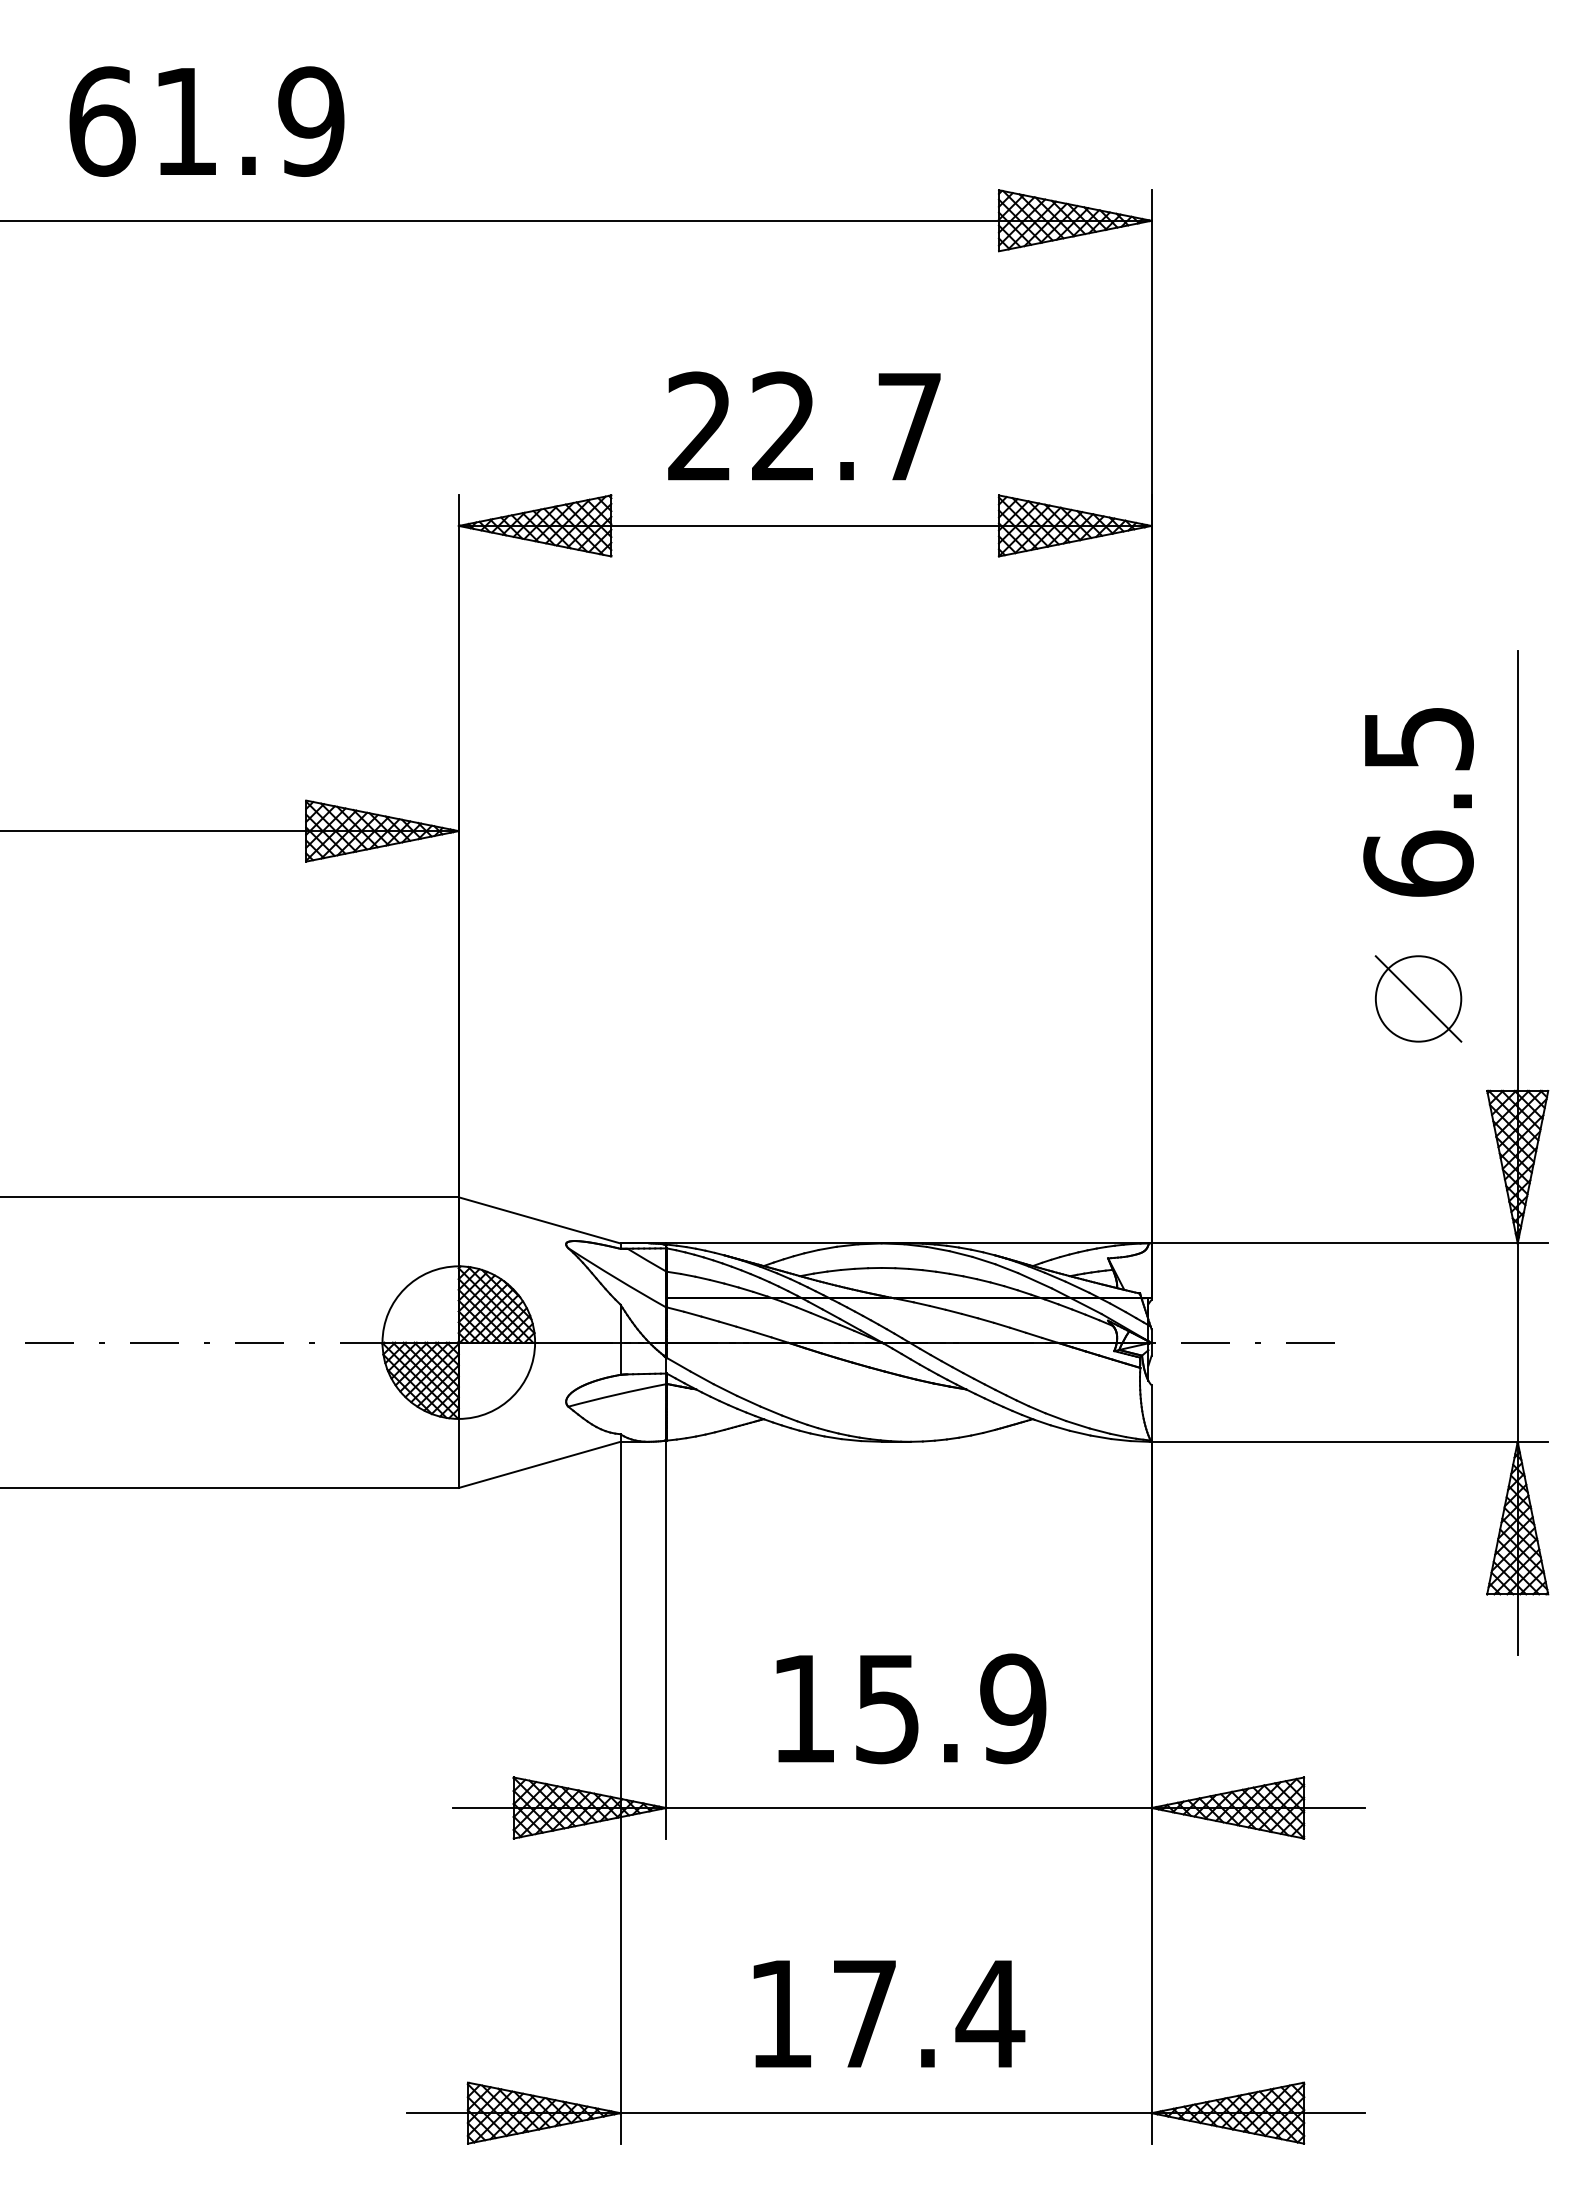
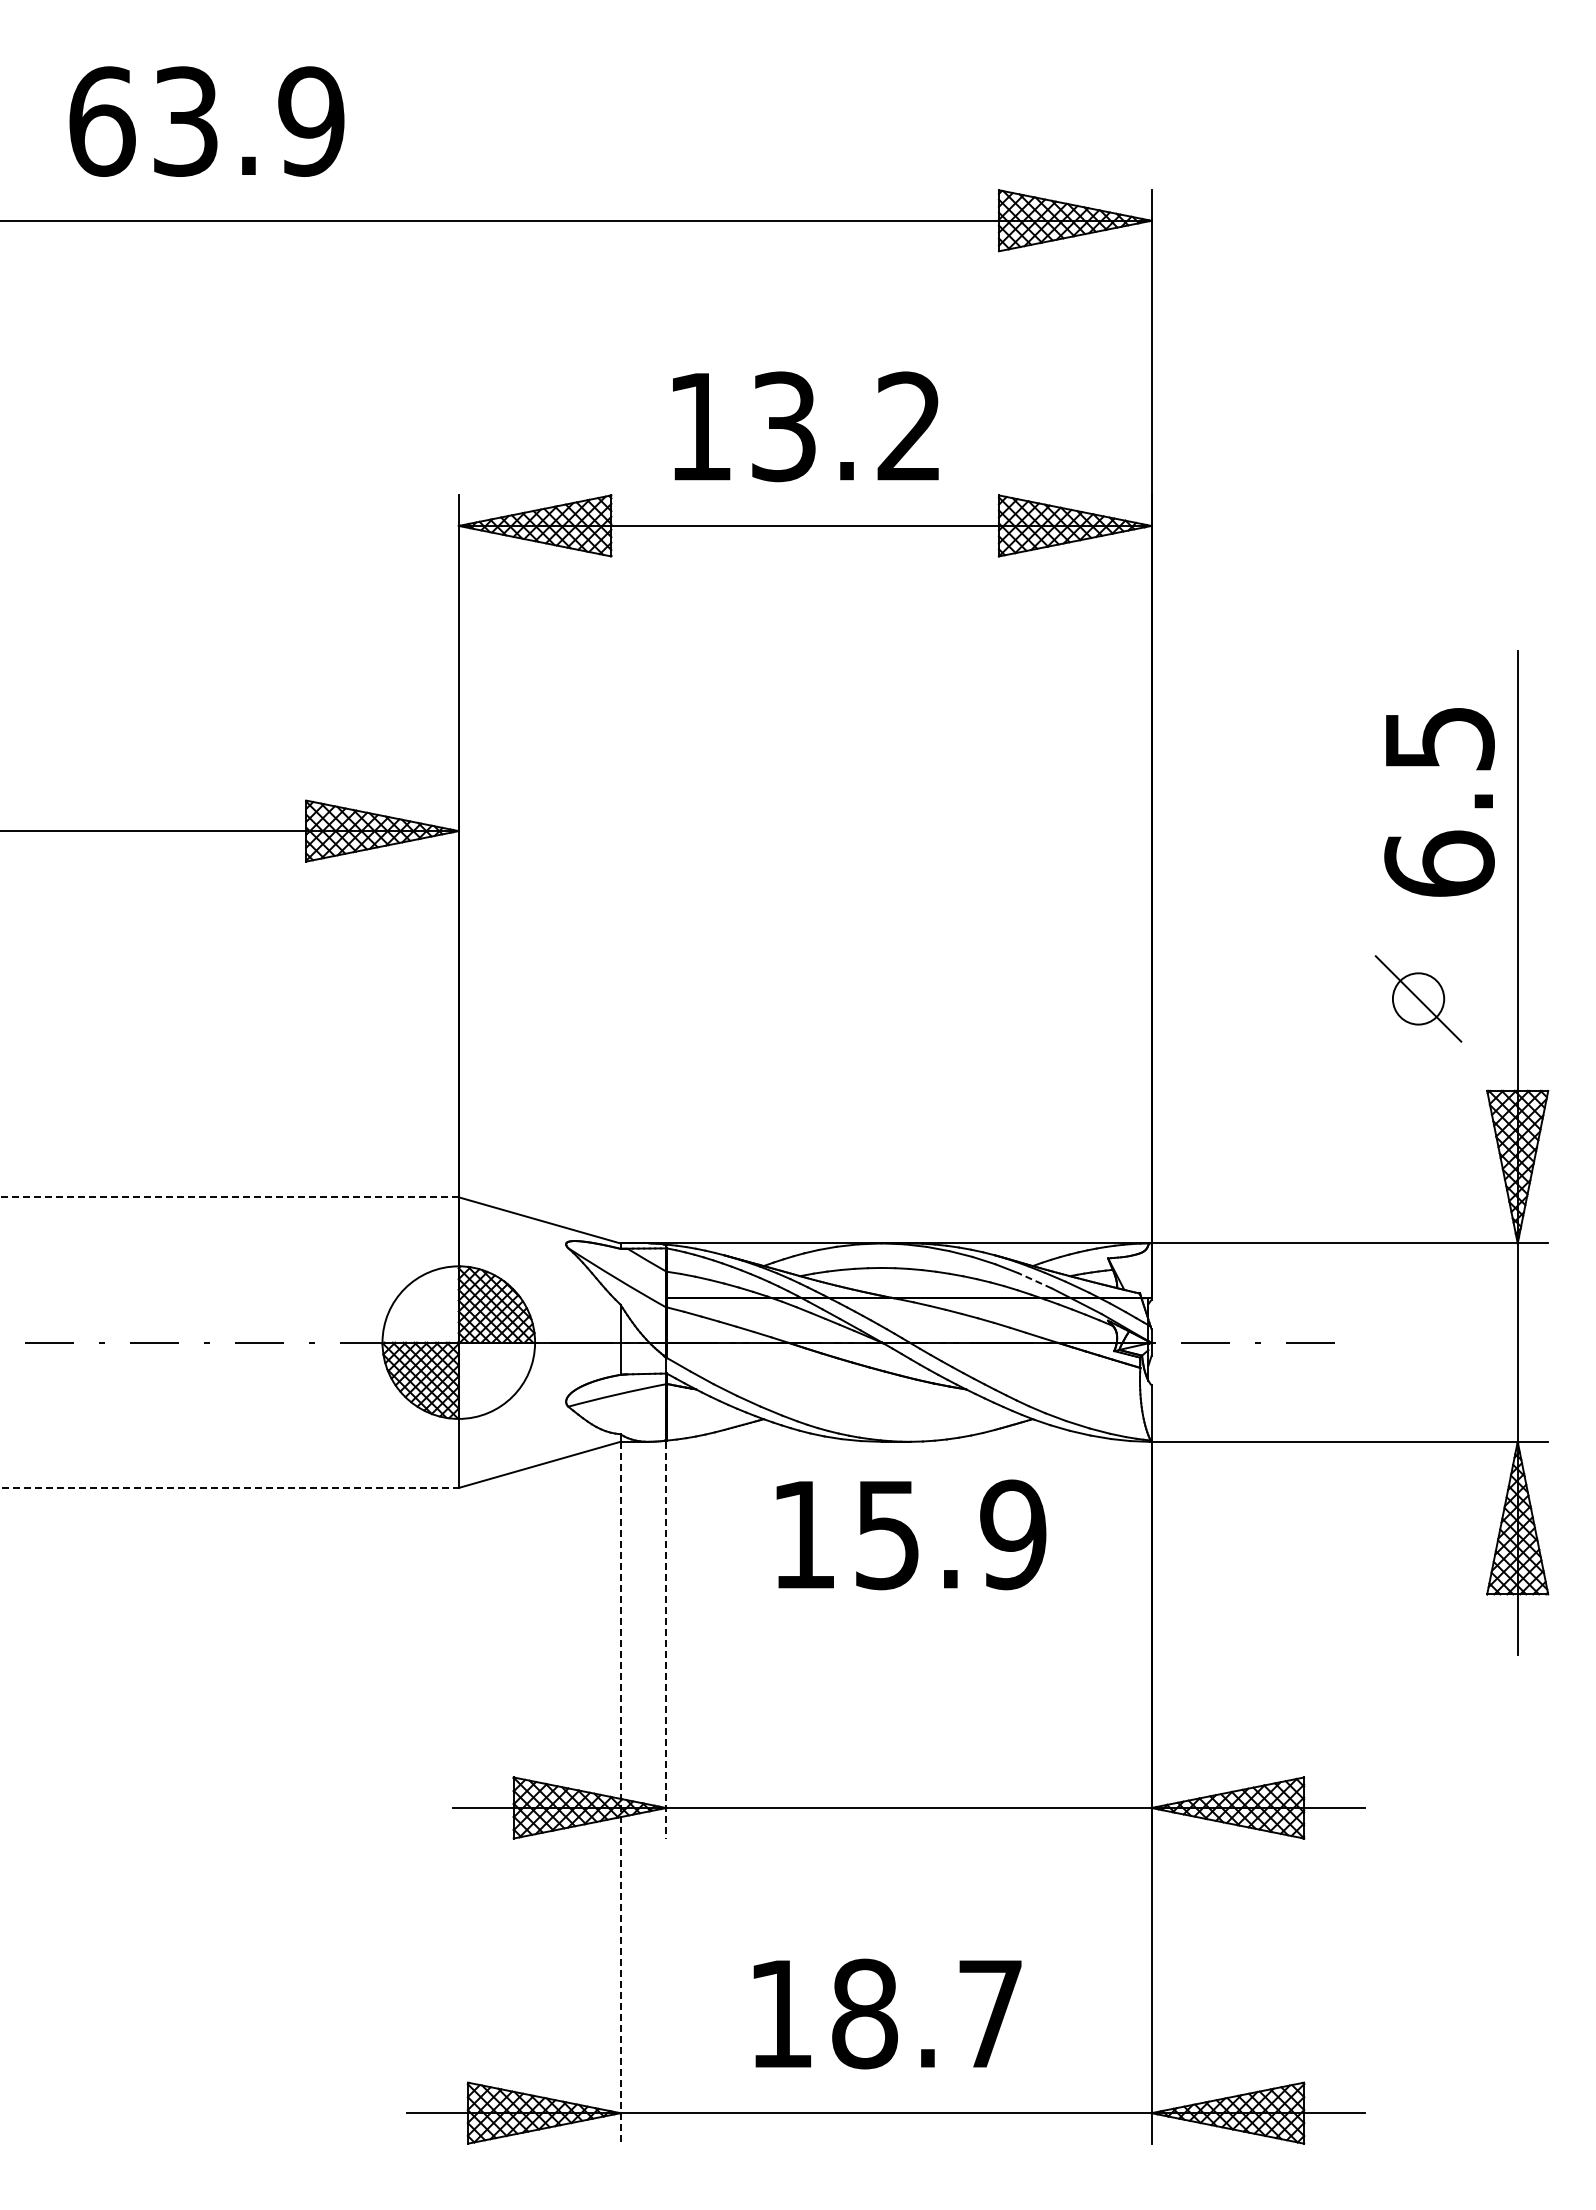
text at (185, 121): 61.9 -> 63.9
text at (804, 426): 22.7 -> 13.2
text at (1418, 802) position: (1418, 802) -> (1439, 802)
circle at (1418, 998) diameter: 85 px -> 51 px
line at (229, 1197): solid -> dashed
line at (1035, 1280): solid -> dashed
line at (230, 1487): solid -> dashed
line at (666, 1640): solid -> dashed
text at (911, 1708) position: (911, 1708) -> (911, 1534)
line at (620, 1792): solid -> dashed
text at (928, 2013): 17.4 -> 18.7
